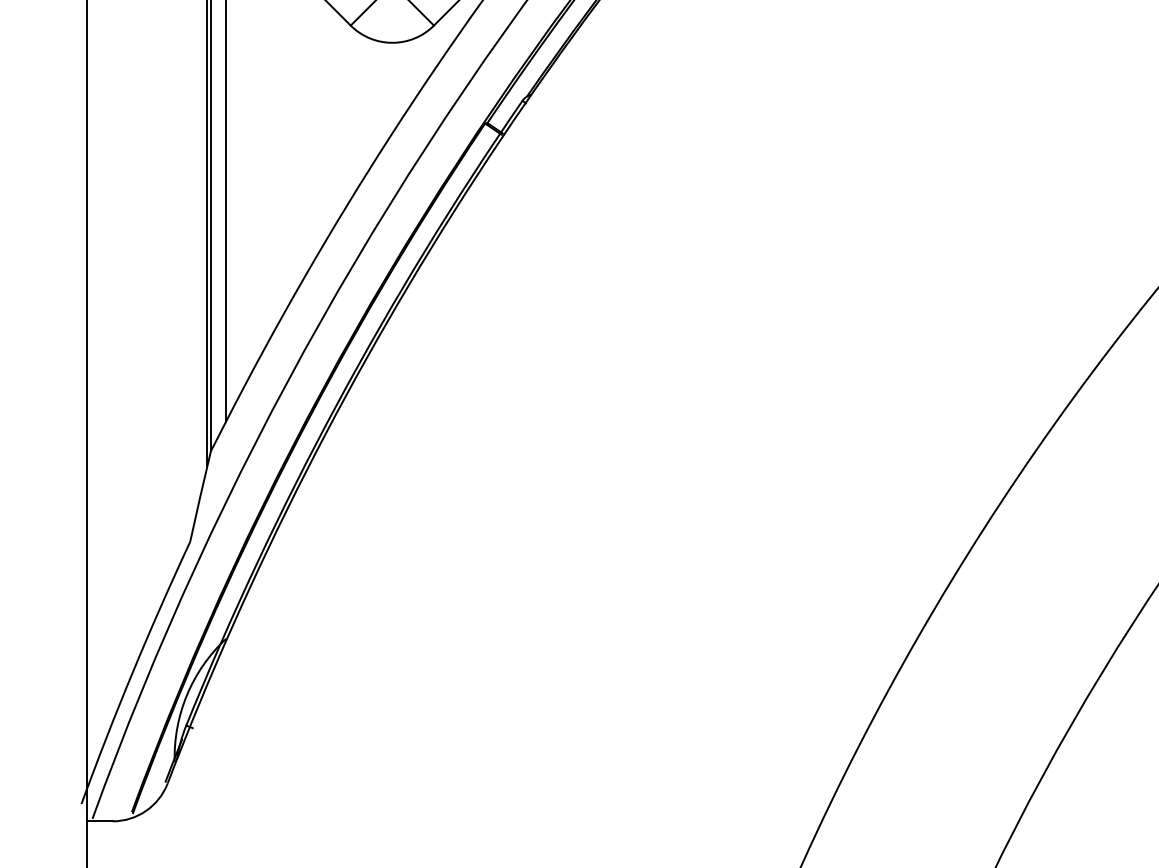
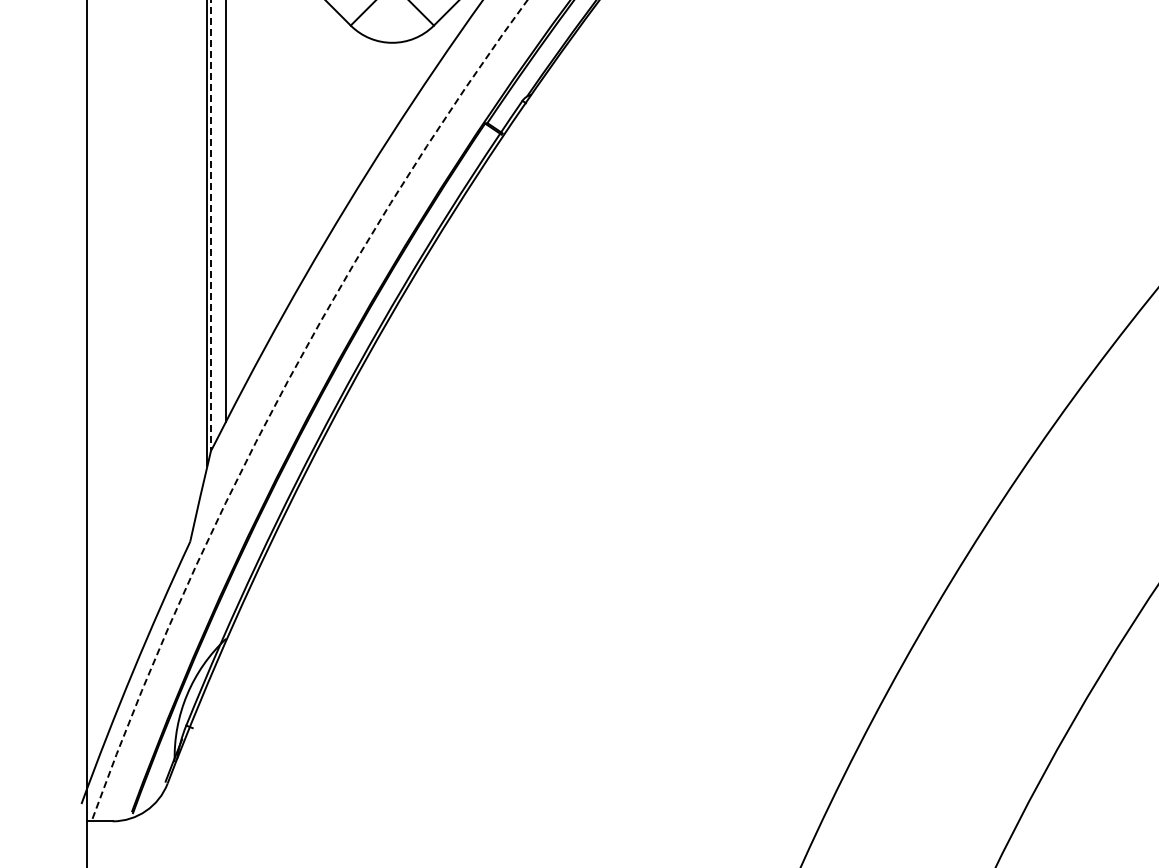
line at (211, 225): solid -> dashed
arc at (280, 394): solid -> dashed
